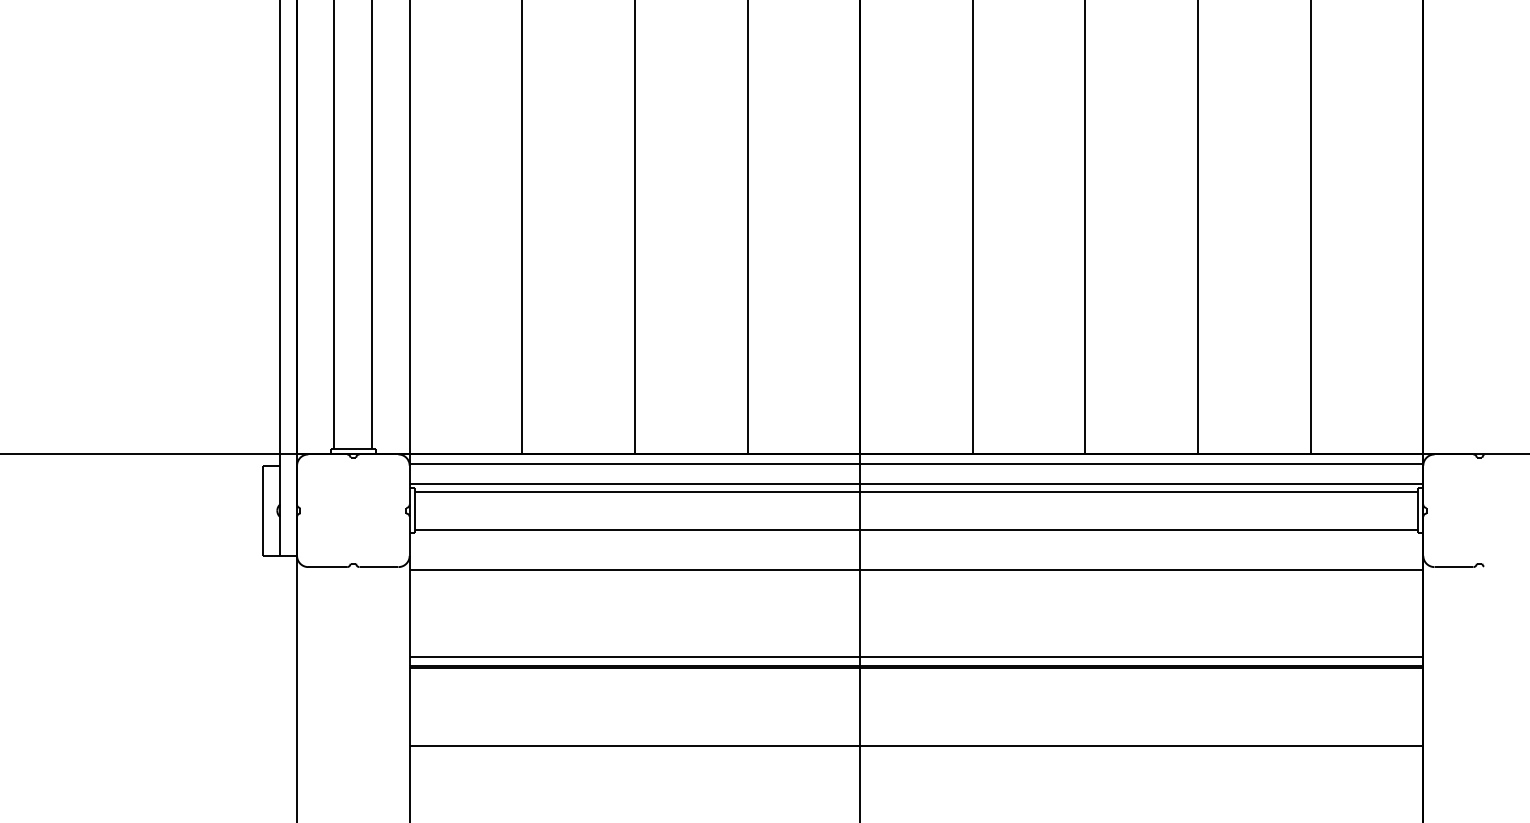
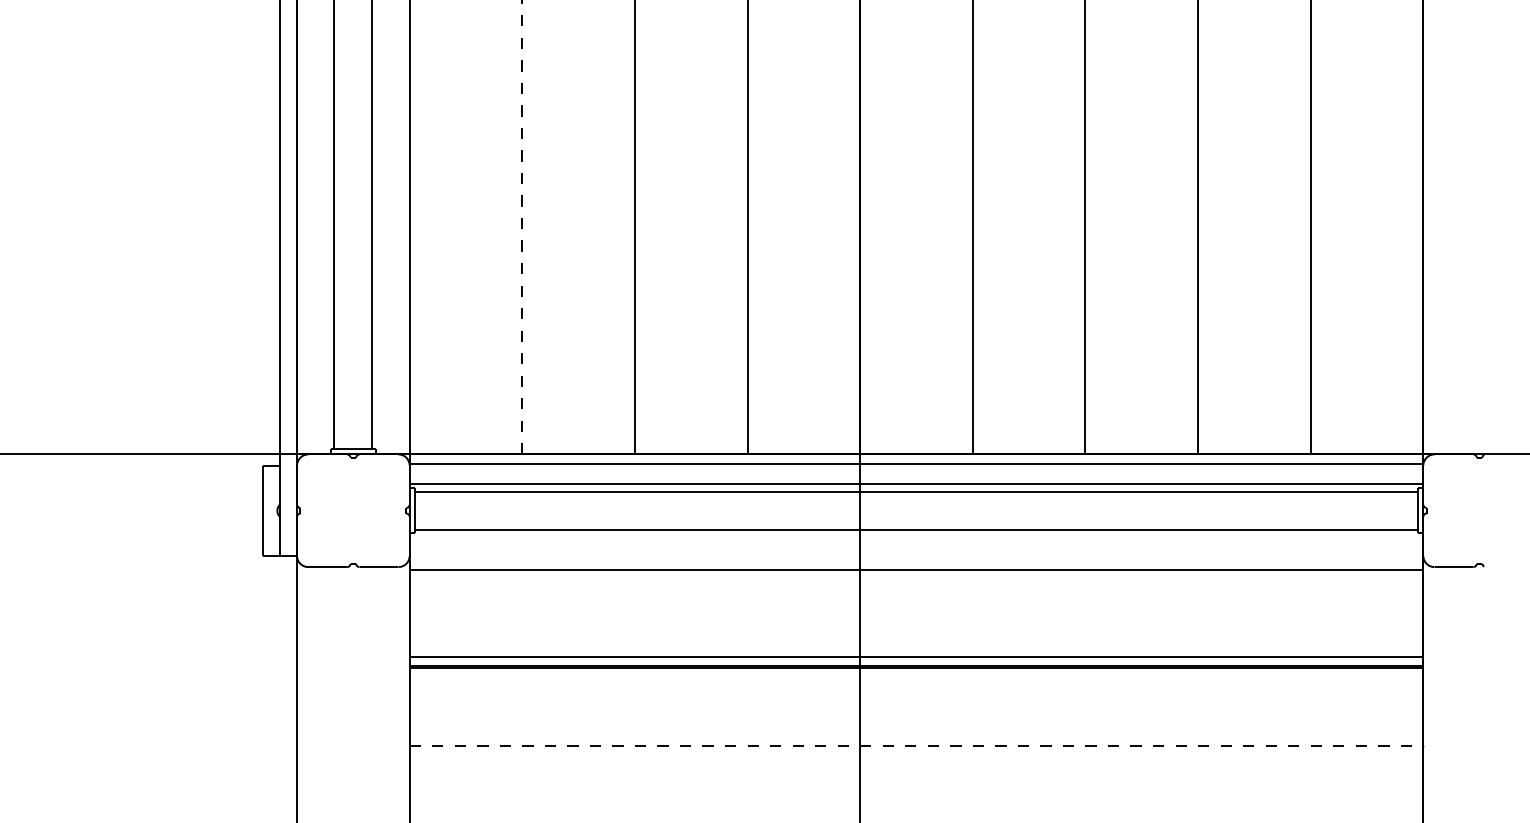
line at (522, 227): solid -> dashed
line at (916, 745): solid -> dashed
